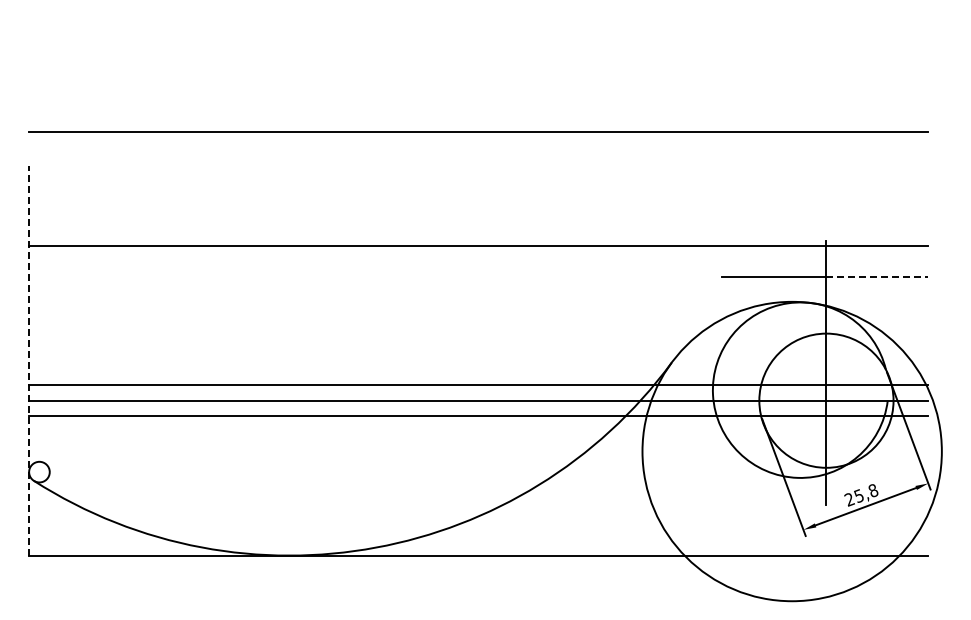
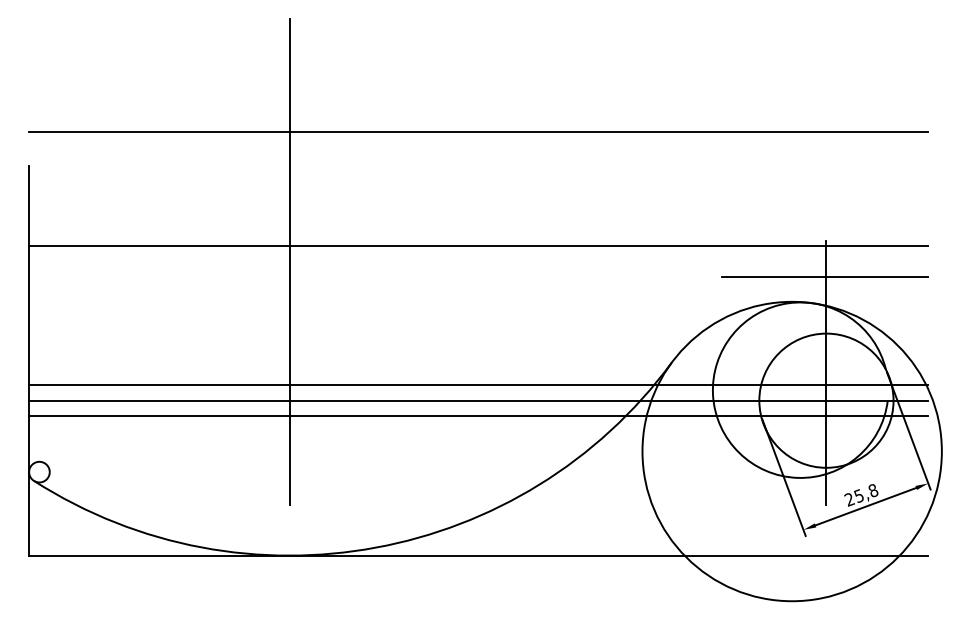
line at (289, 261): none -> present
line at (877, 276): dashed -> solid
line at (29, 360): dashed -> solid
